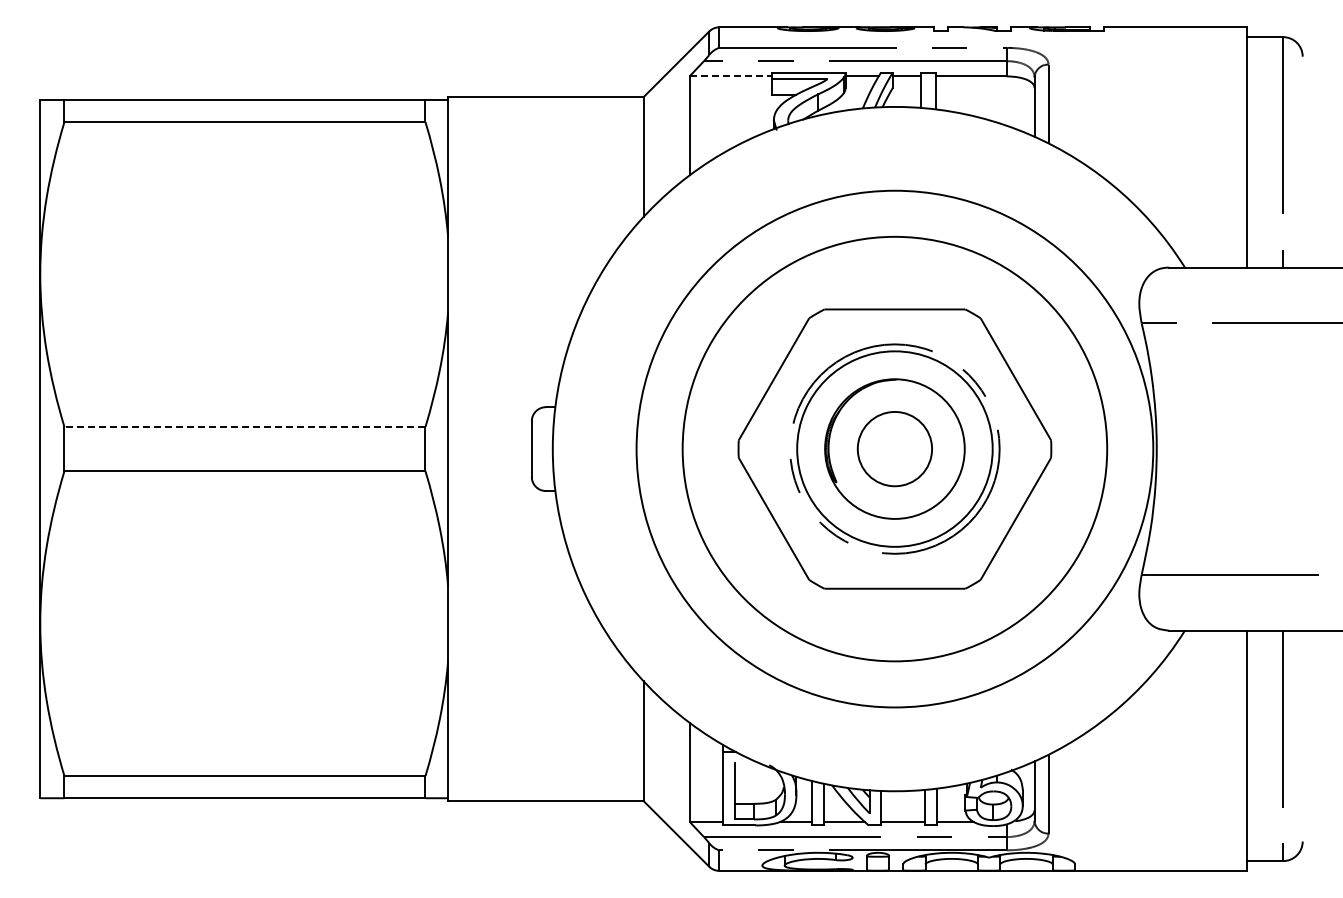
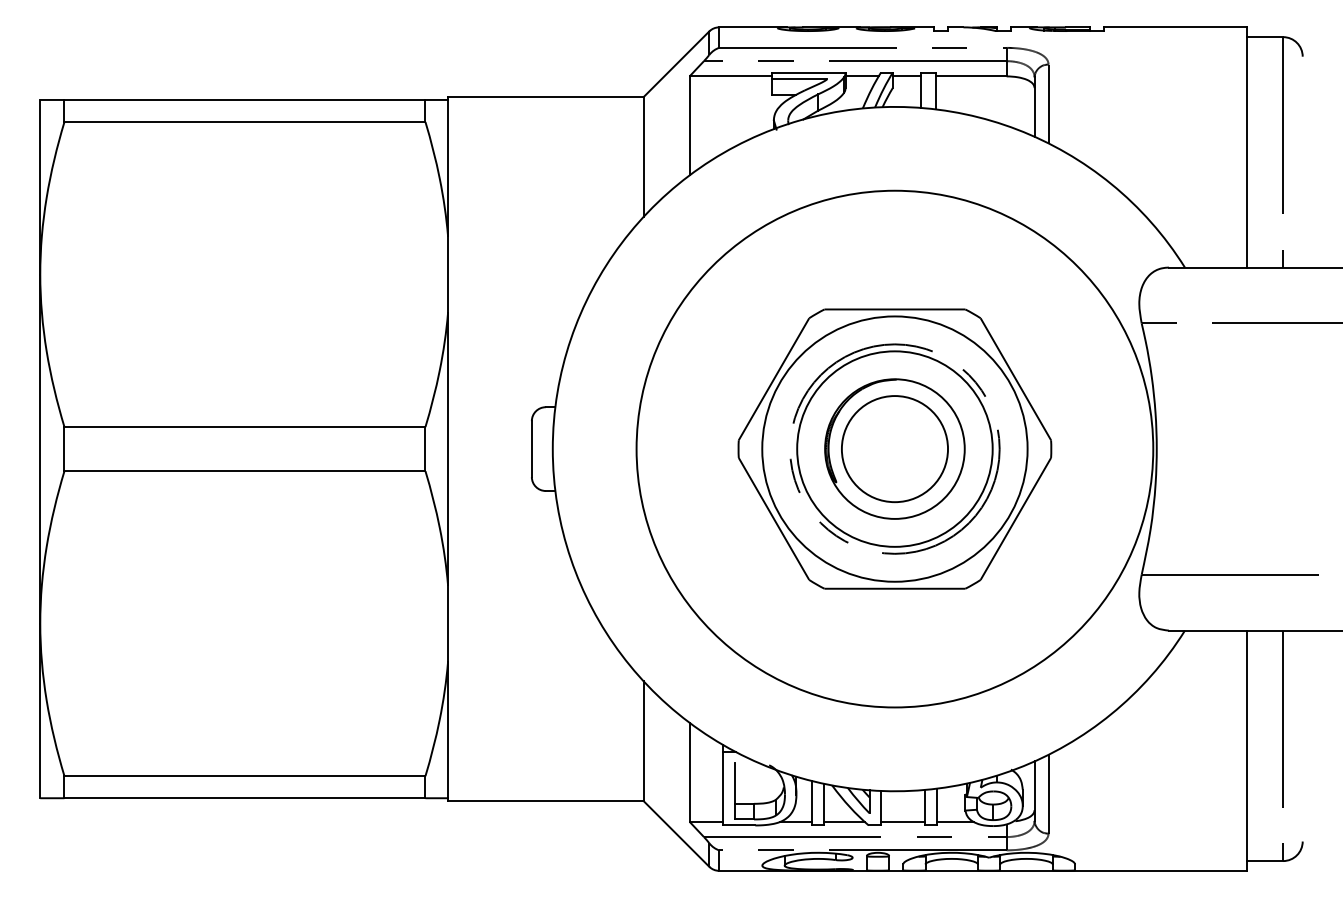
line at (731, 76): dashed -> solid
line at (244, 427): dashed -> solid
circle at (894, 448) diameter: 425 px -> 265 px
circle at (894, 448) diameter: 74 px -> 106 px
